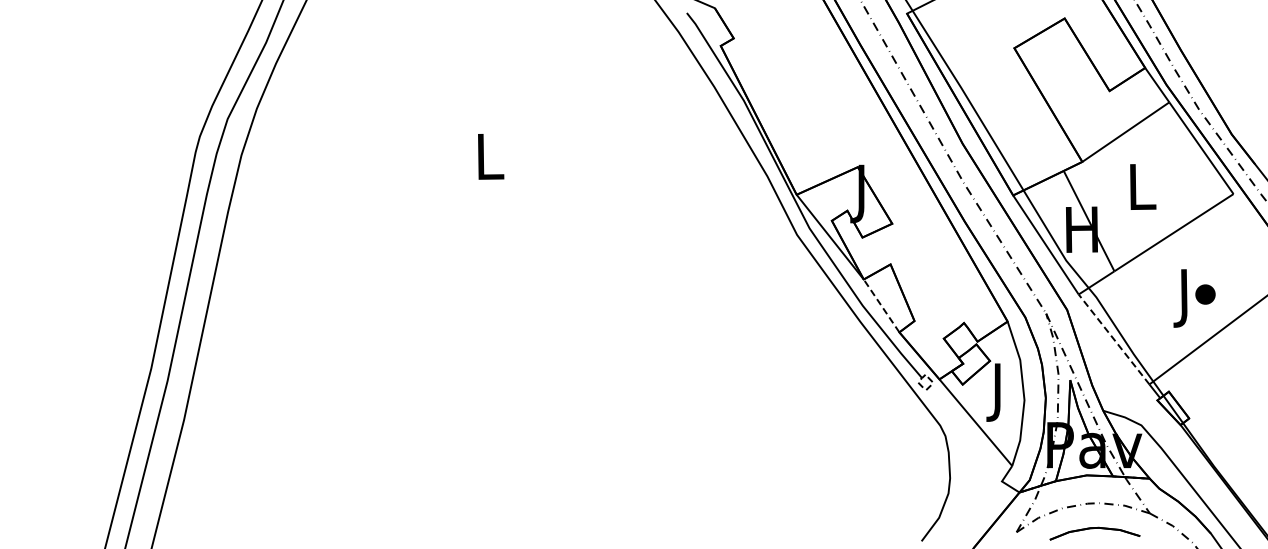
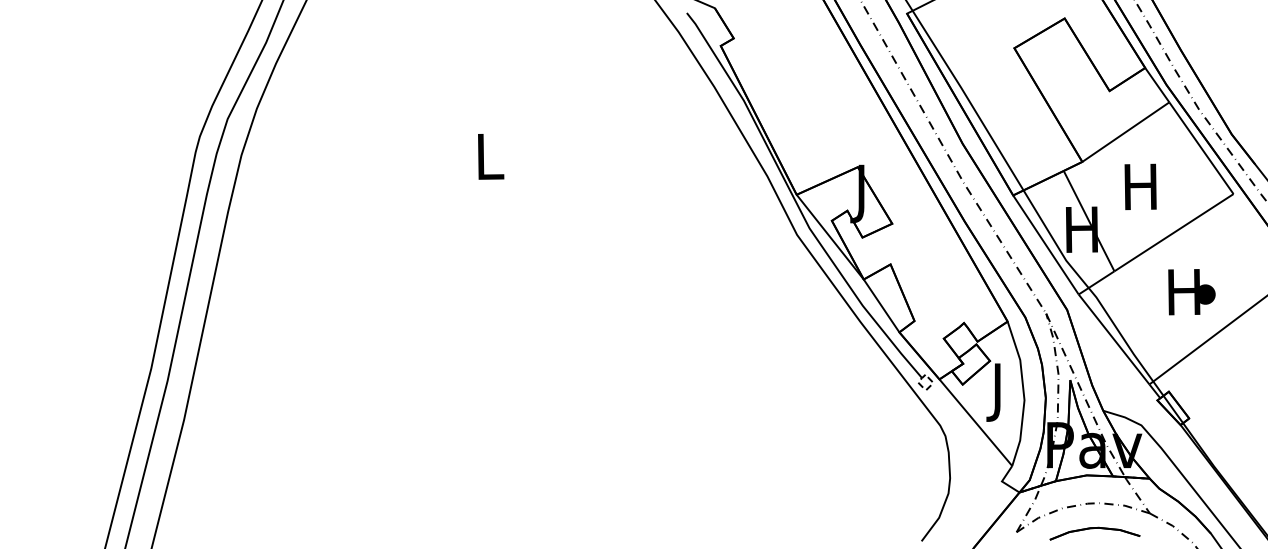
text at (1140, 186): L -> H
text at (1184, 298): J -> H
line at (881, 305): dashed -> solid
line at (1113, 339): dashed -> solid
